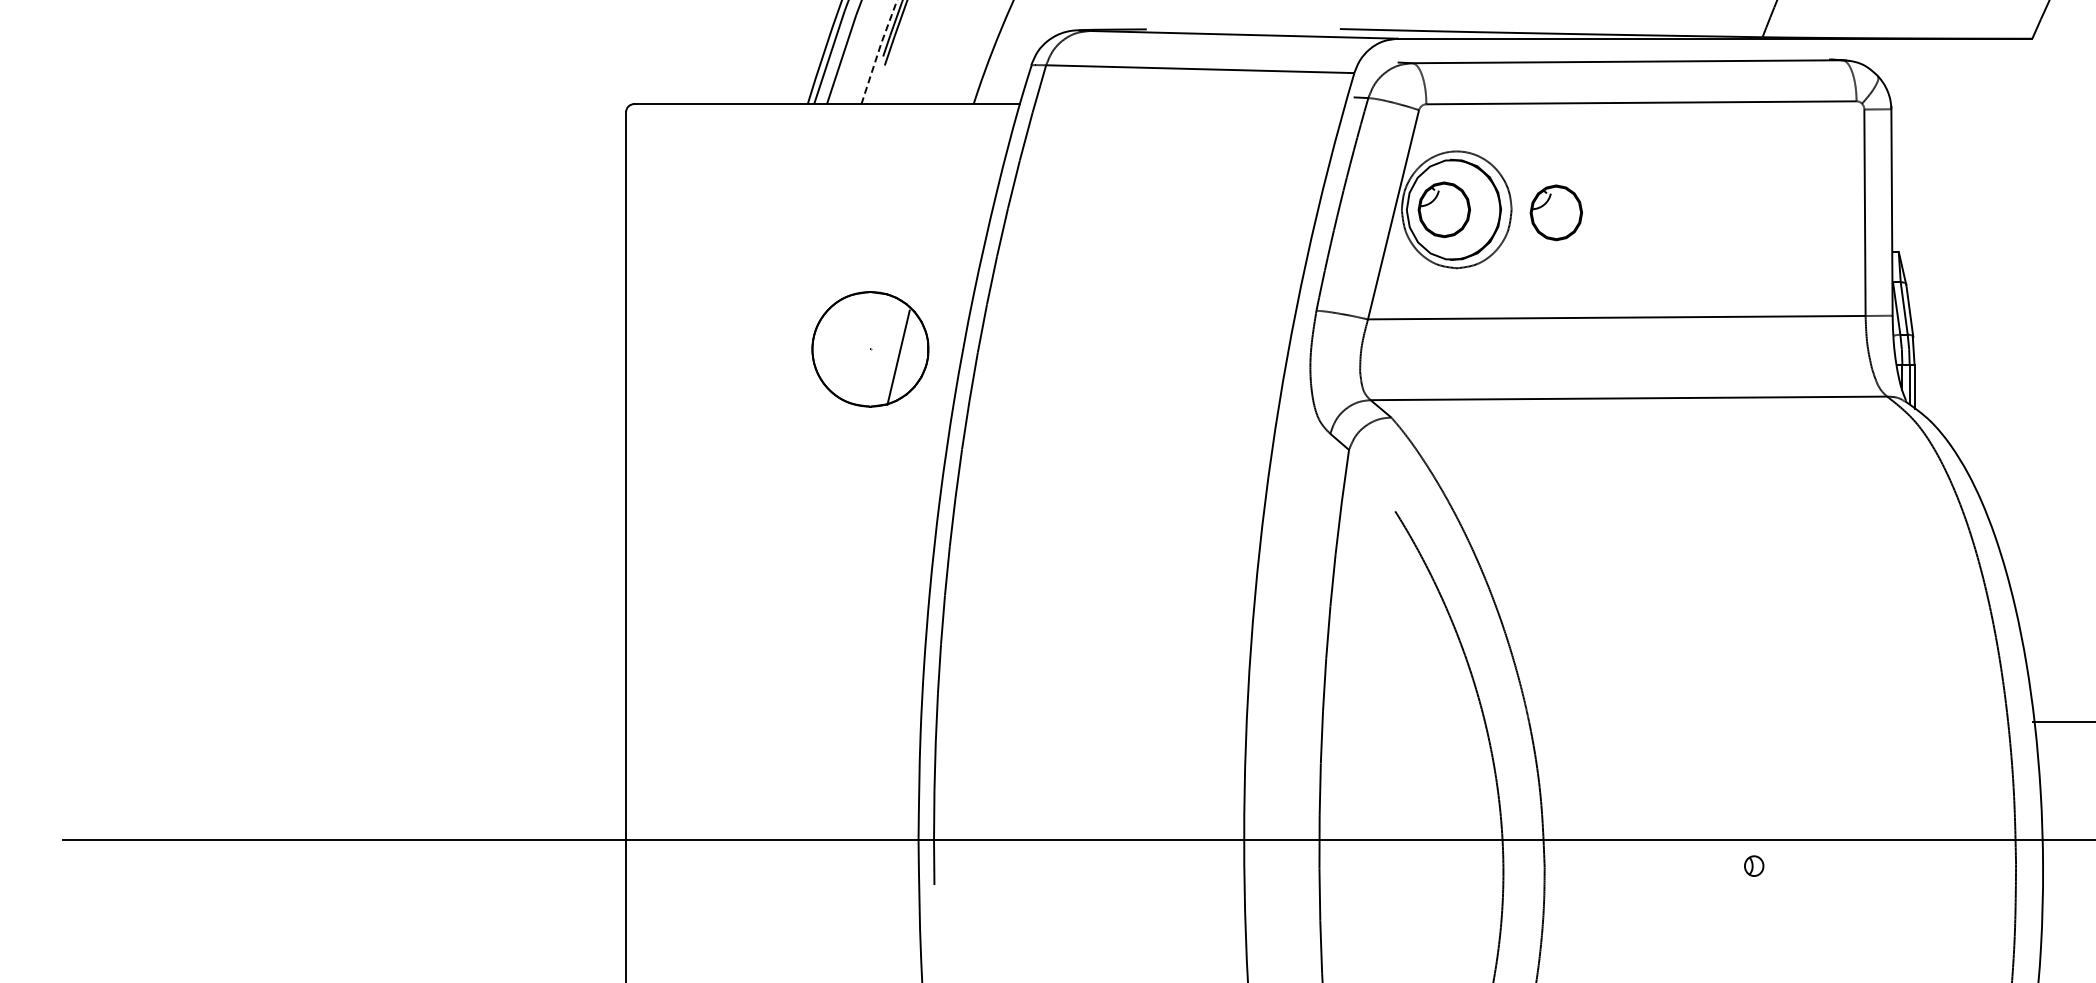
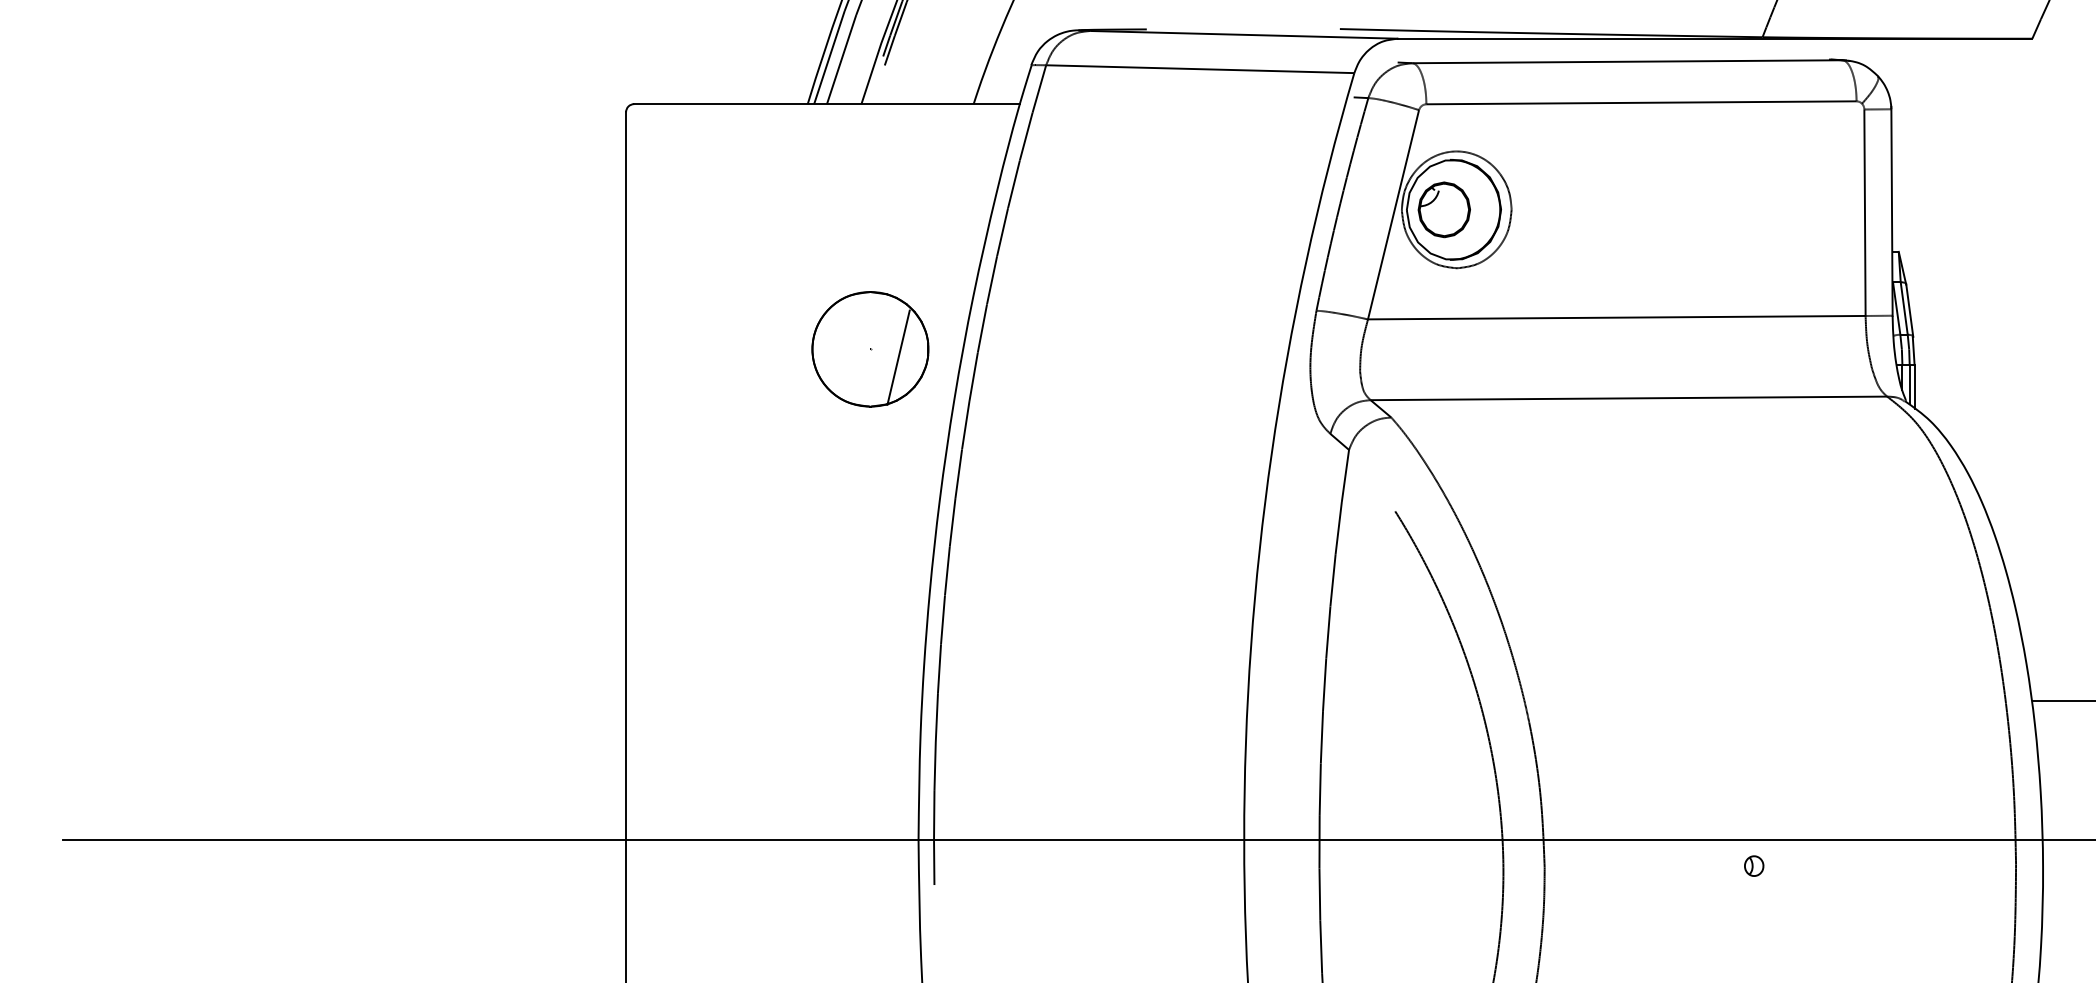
line at (878, 50): dashed -> solid
part at (1555, 212): present -> none
line at (2061, 721) position: (2061, 721) -> (2061, 700)
